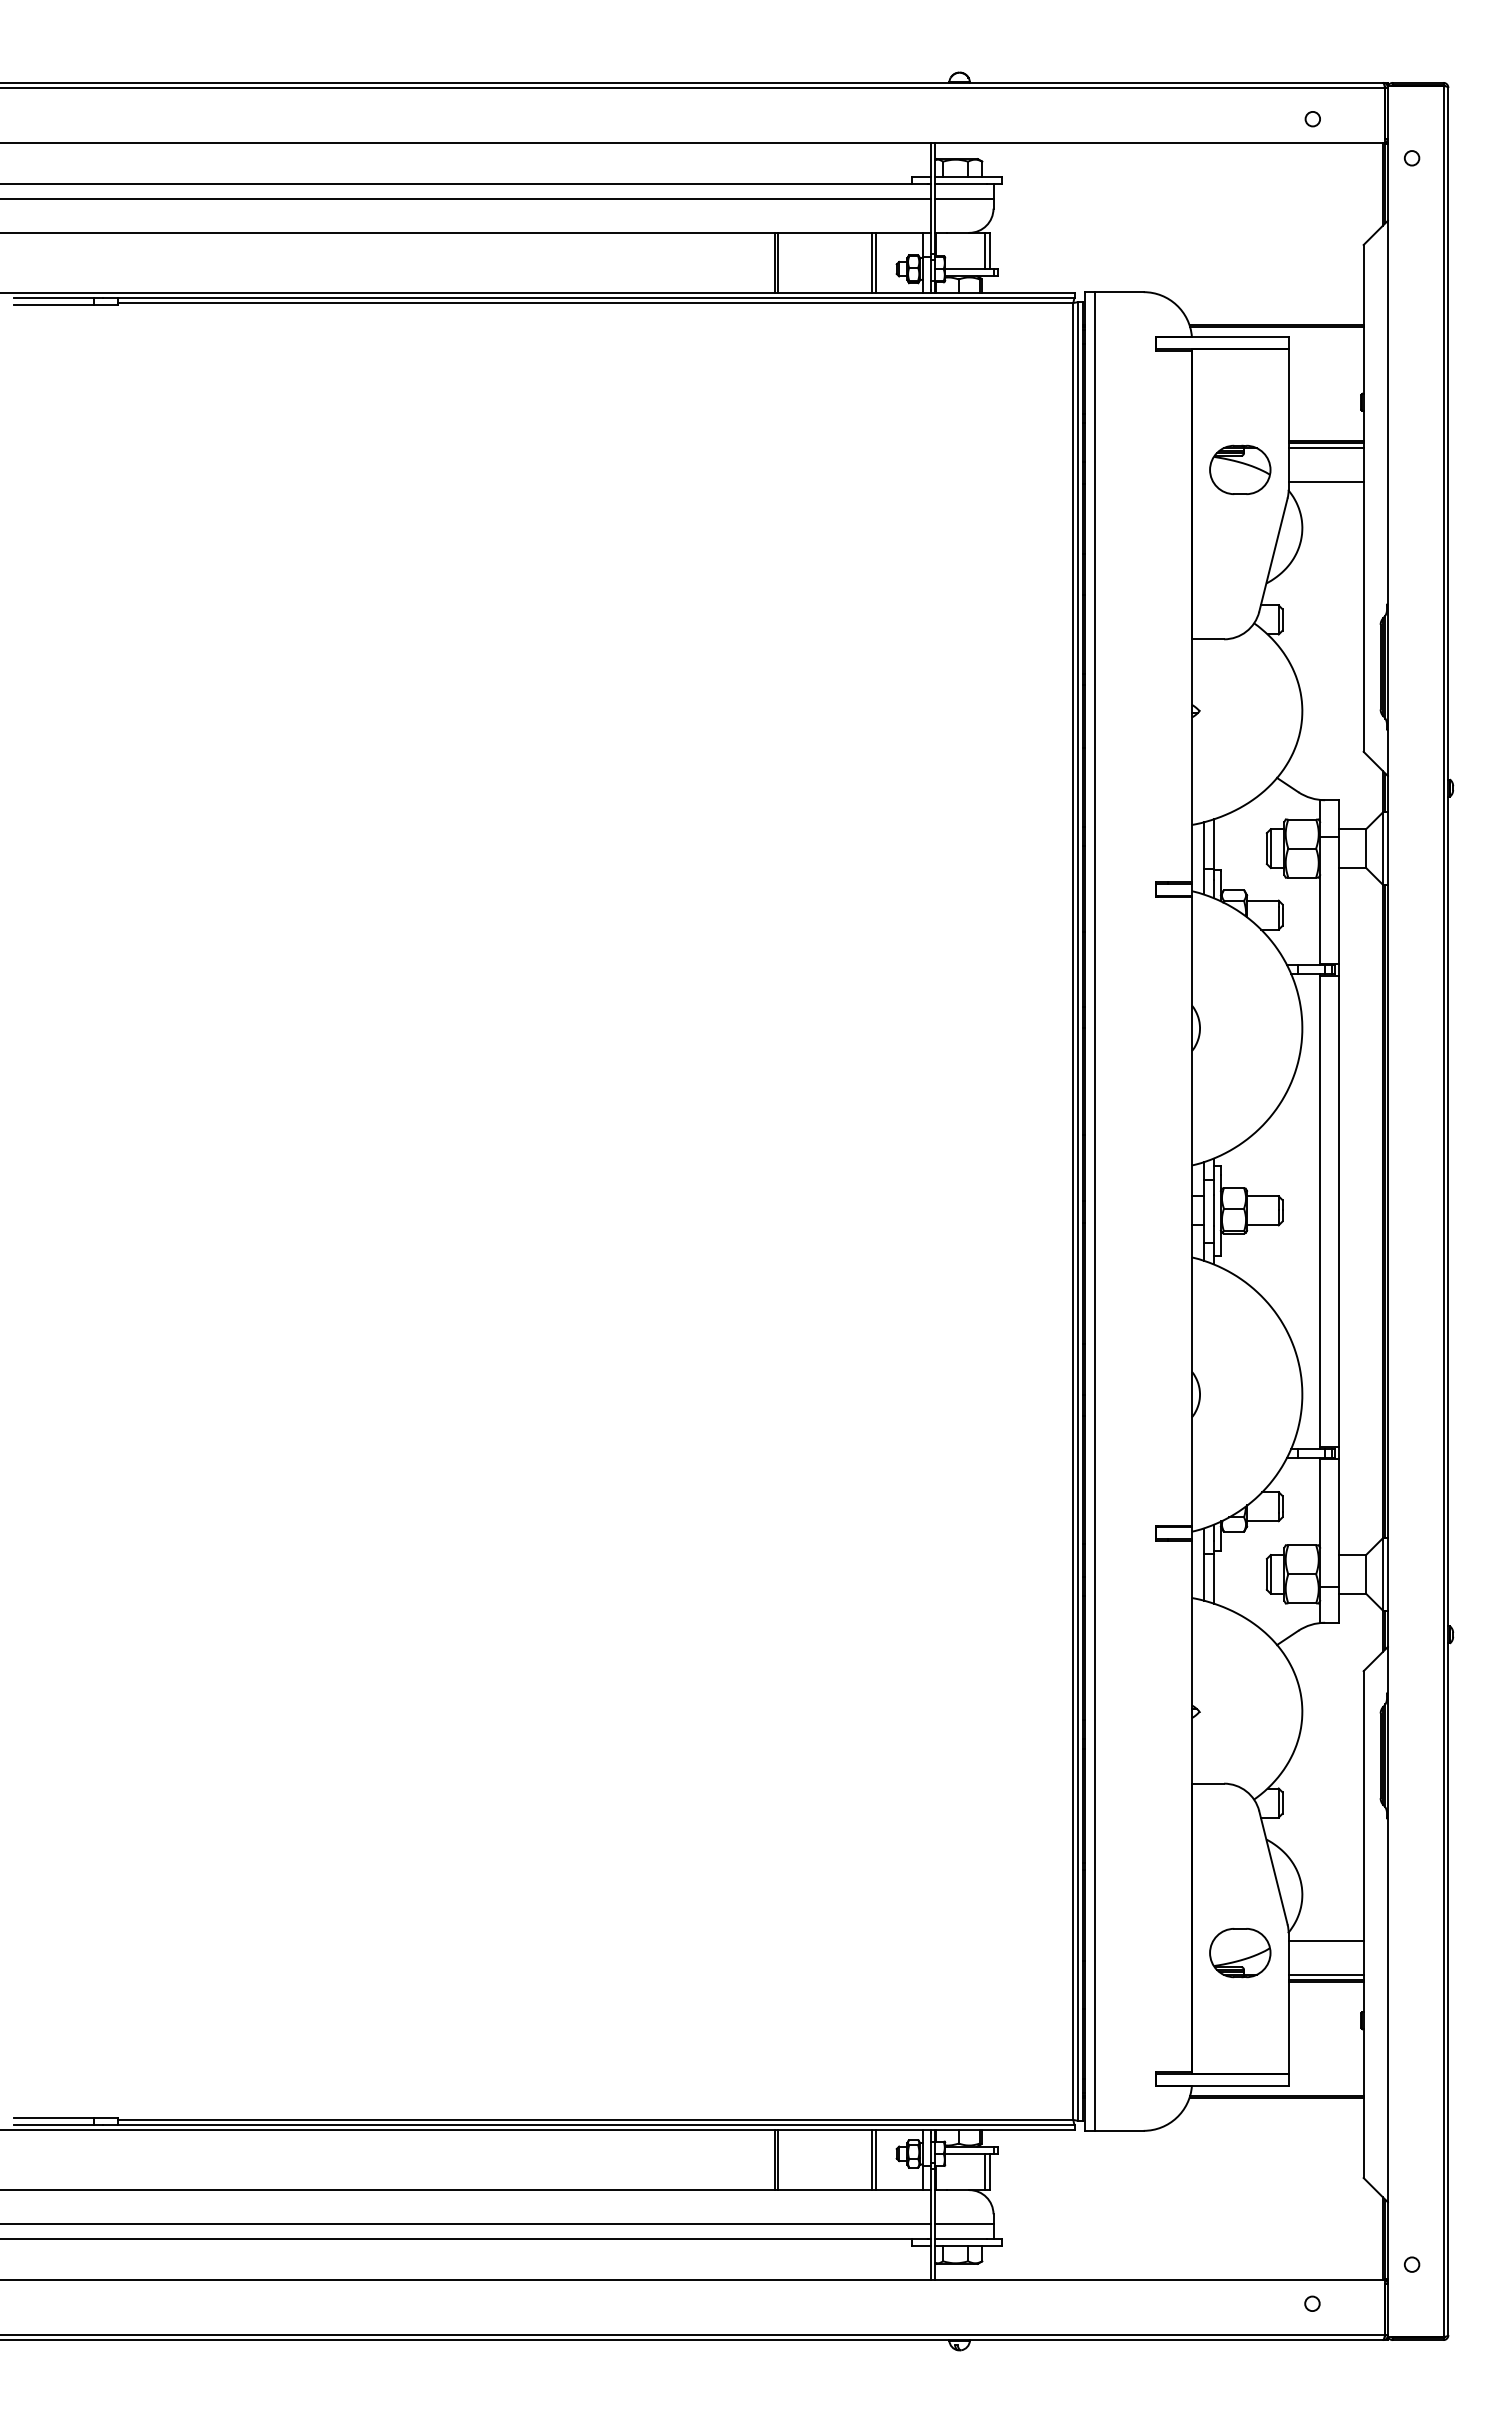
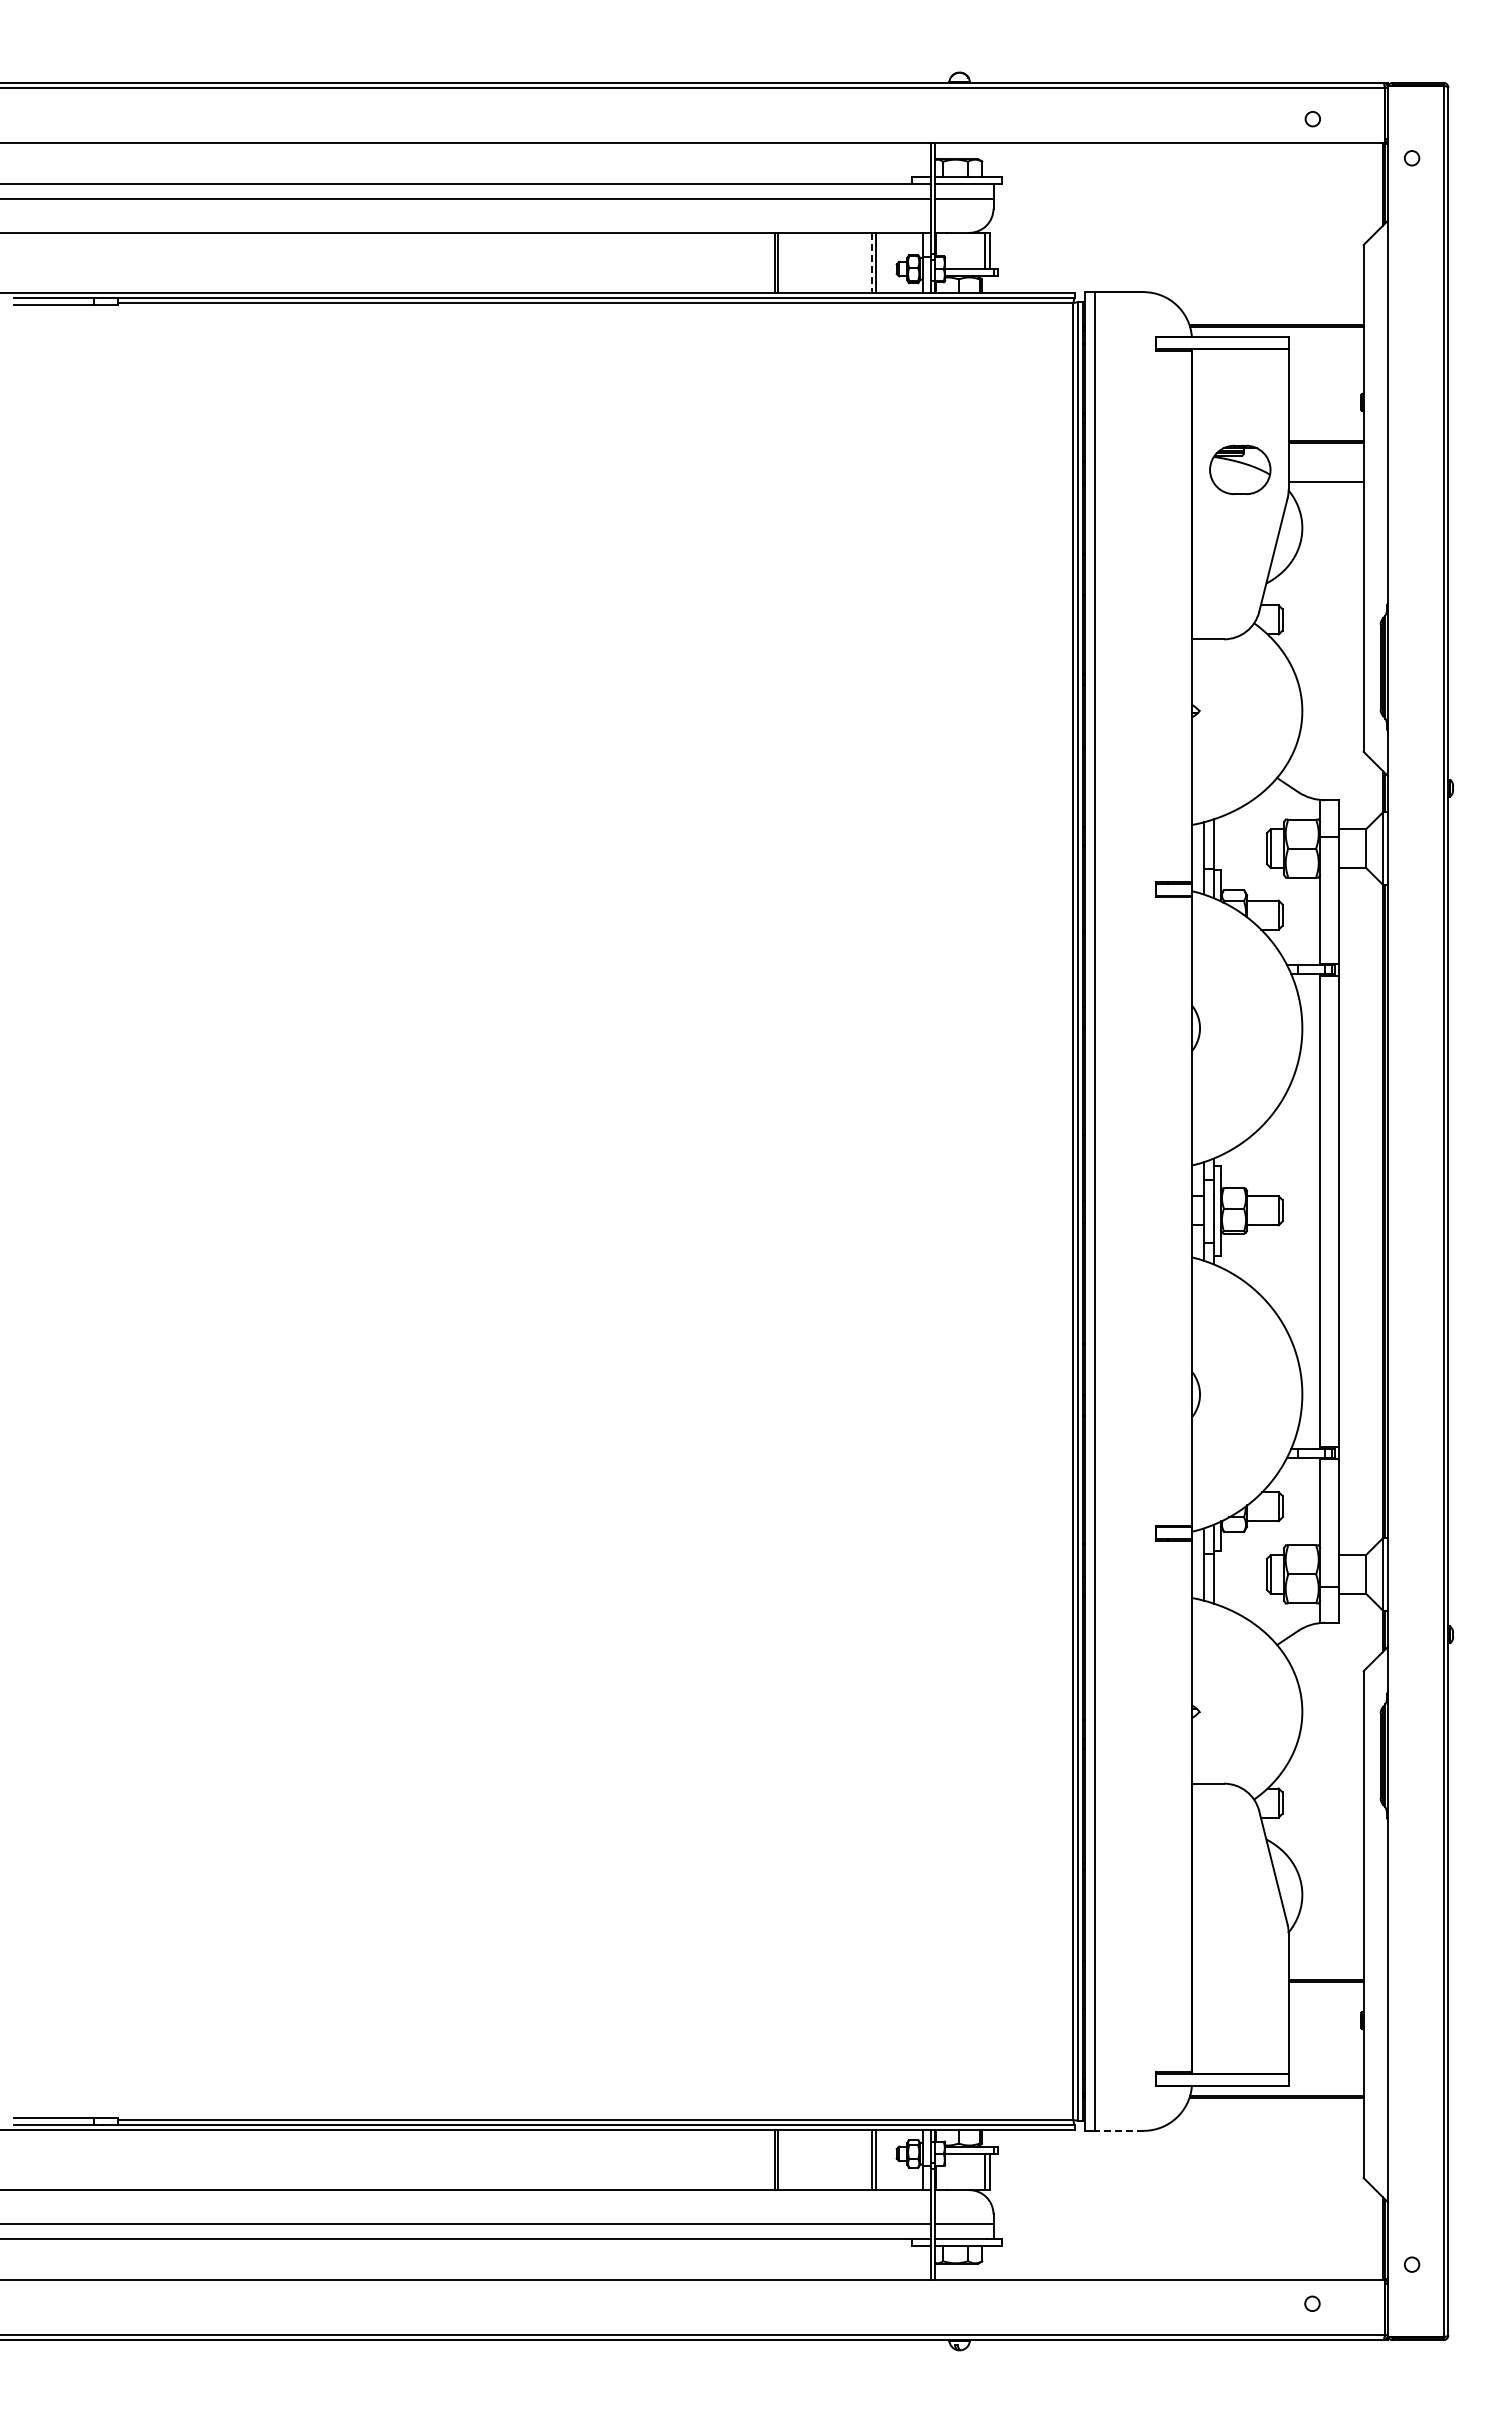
line at (871, 263): solid -> dashed
line at (1325, 448): present -> none
line at (1325, 1940): present -> none
part at (1240, 1953): present -> none
line at (1325, 1974): present -> none
line at (1118, 2130): solid -> dashed
